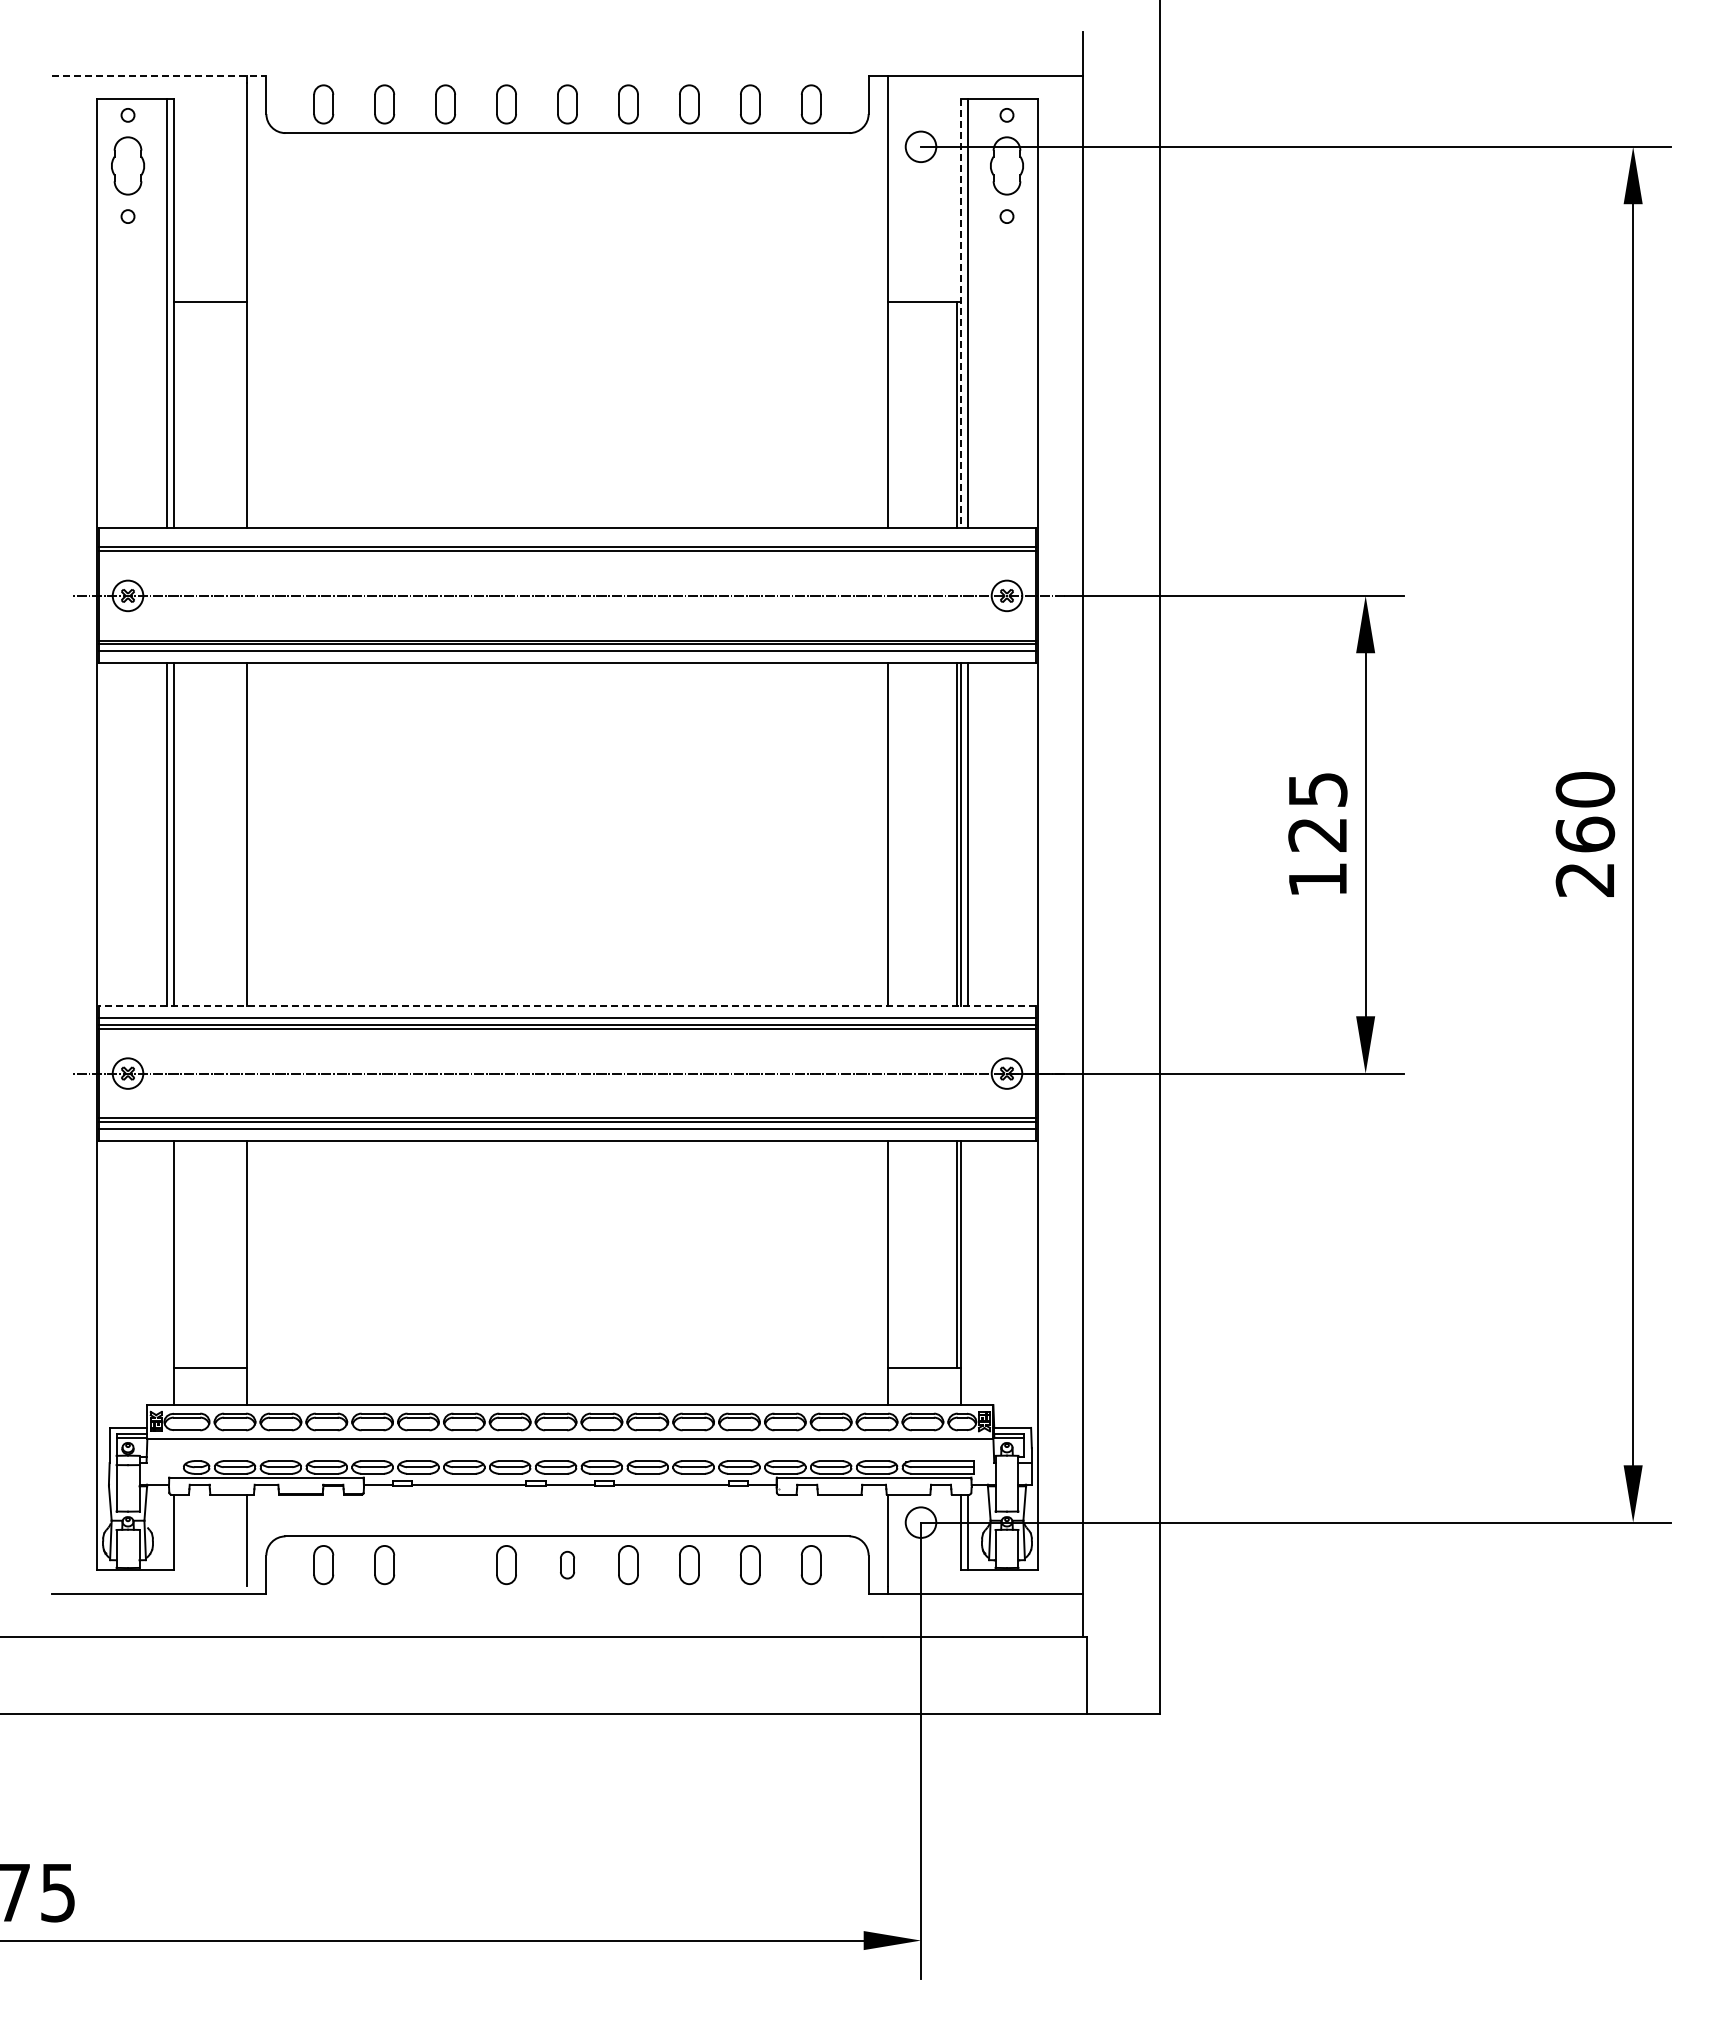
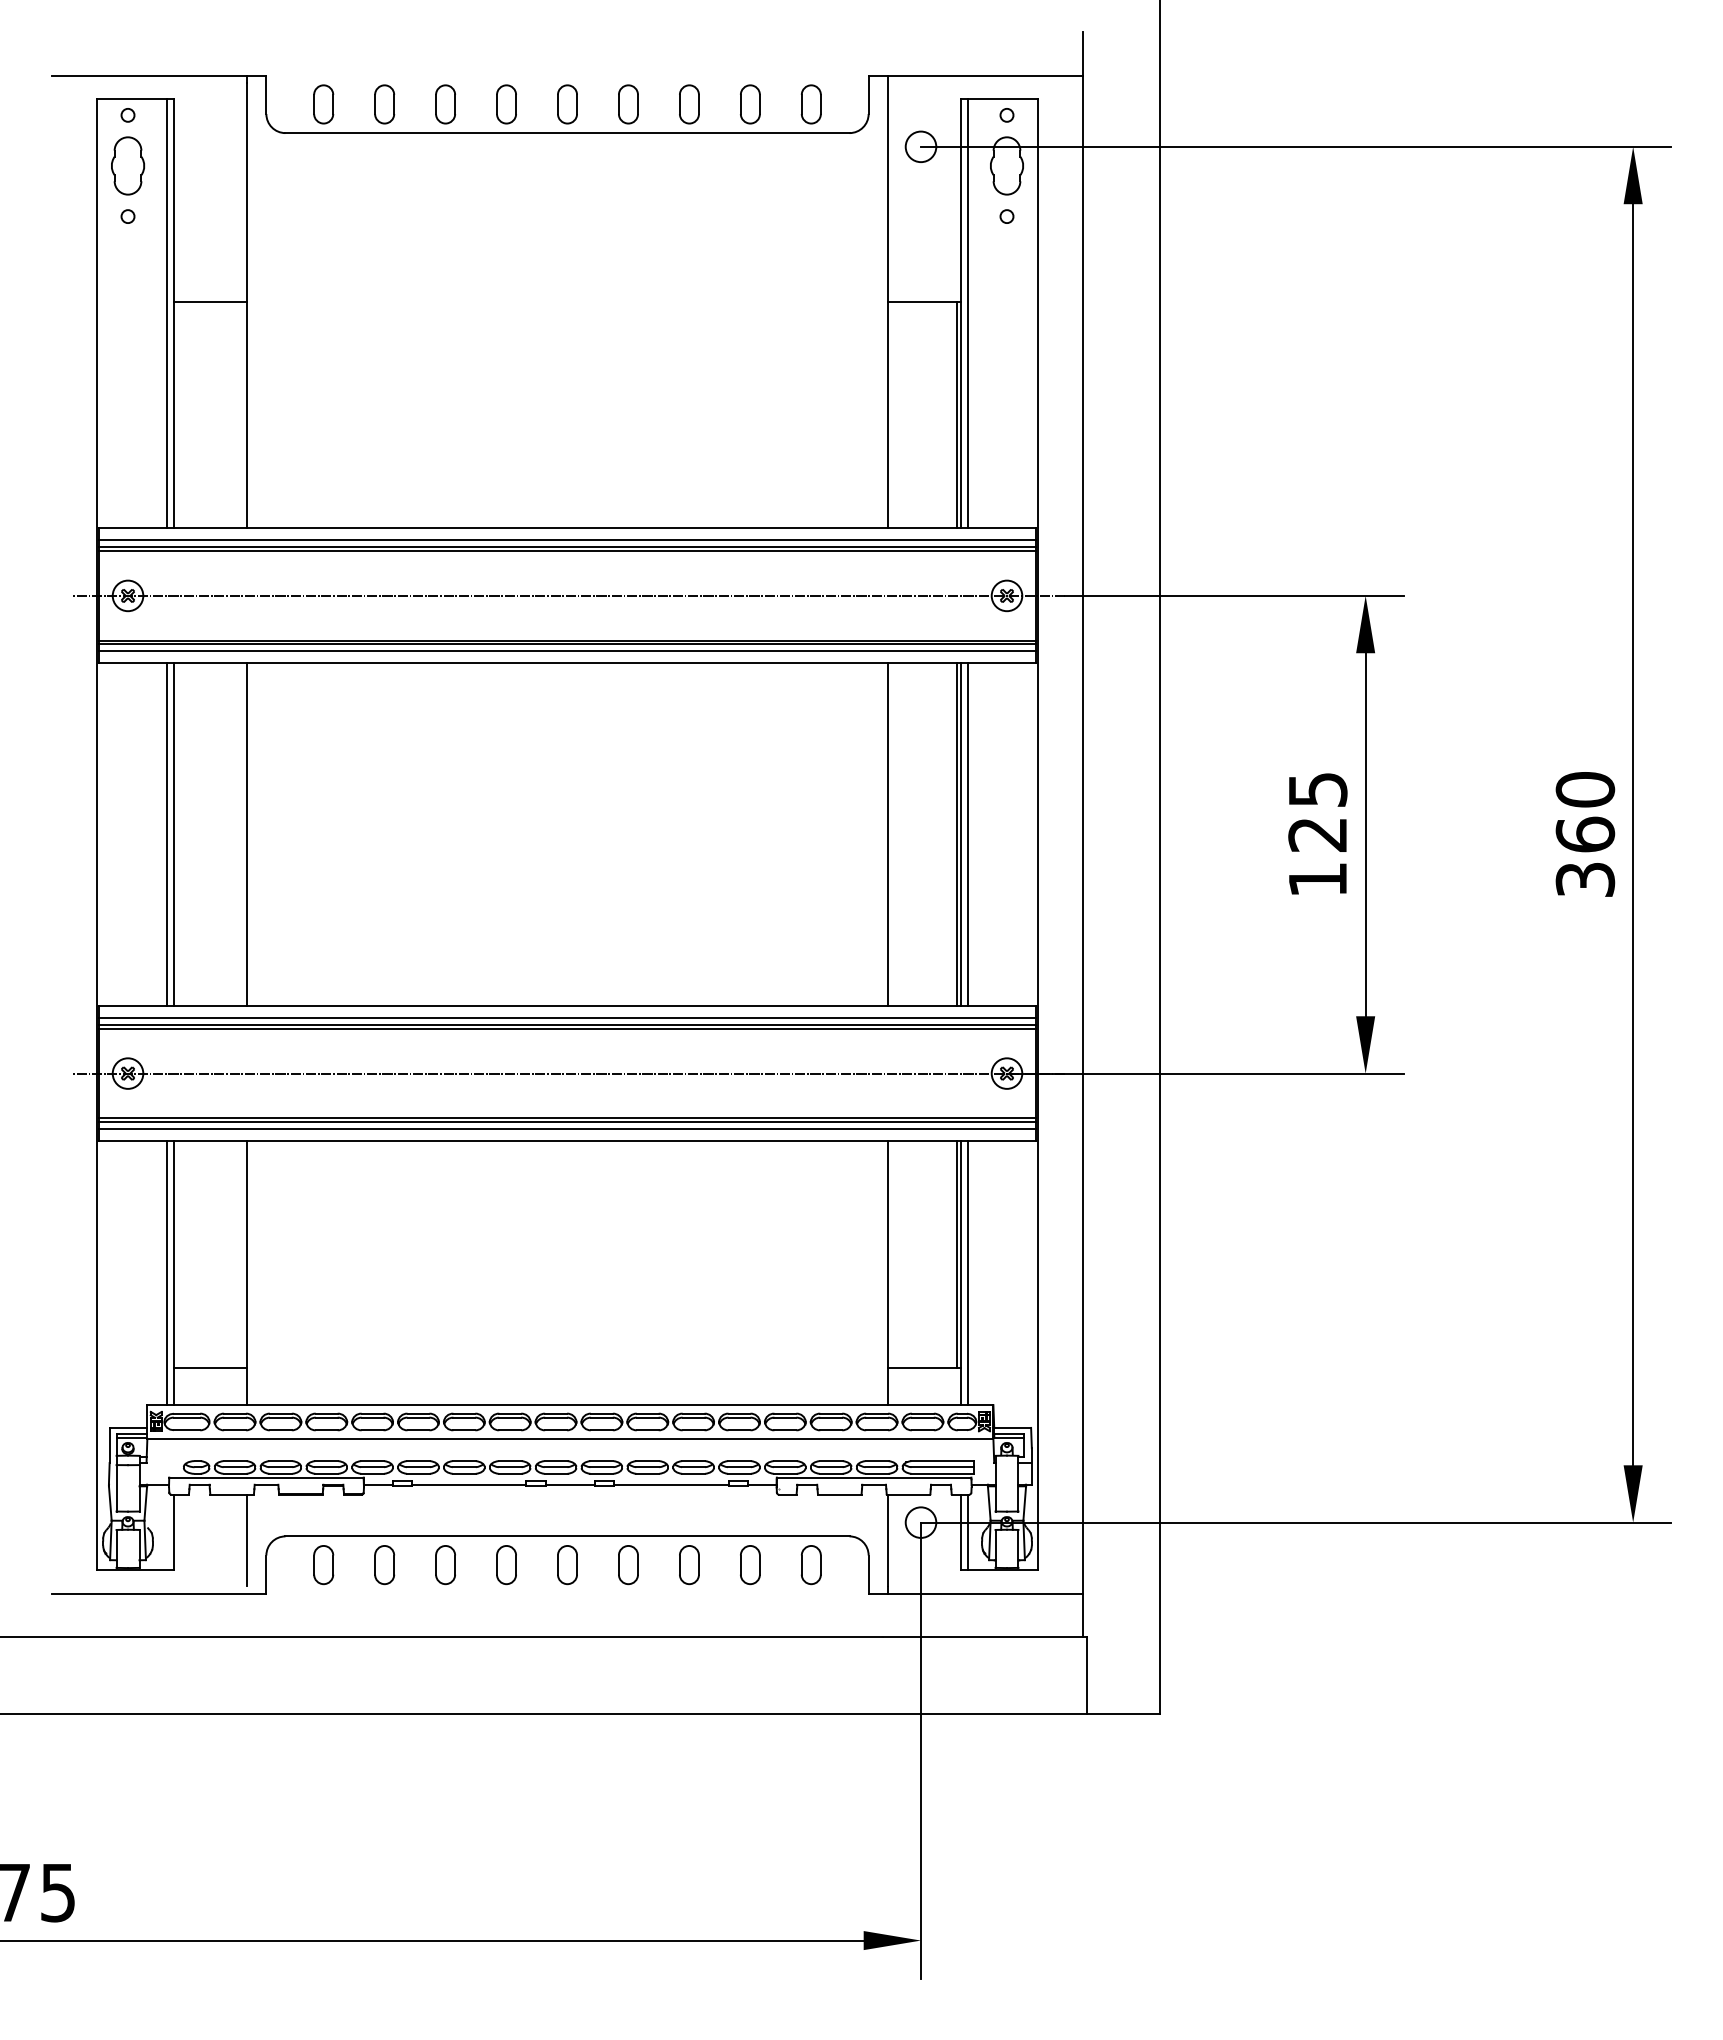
line at (159, 75): dashed -> solid
line at (961, 313): dashed -> solid
line at (567, 540): none -> present
text at (1585, 879): 260 -> 360
line at (567, 1006): dashed -> solid
line at (167, 1273): none -> present
line at (968, 1273): none -> present
part at (567, 1564) size: 16x30 px -> 21x41 px
part at (445, 1565): none -> present
